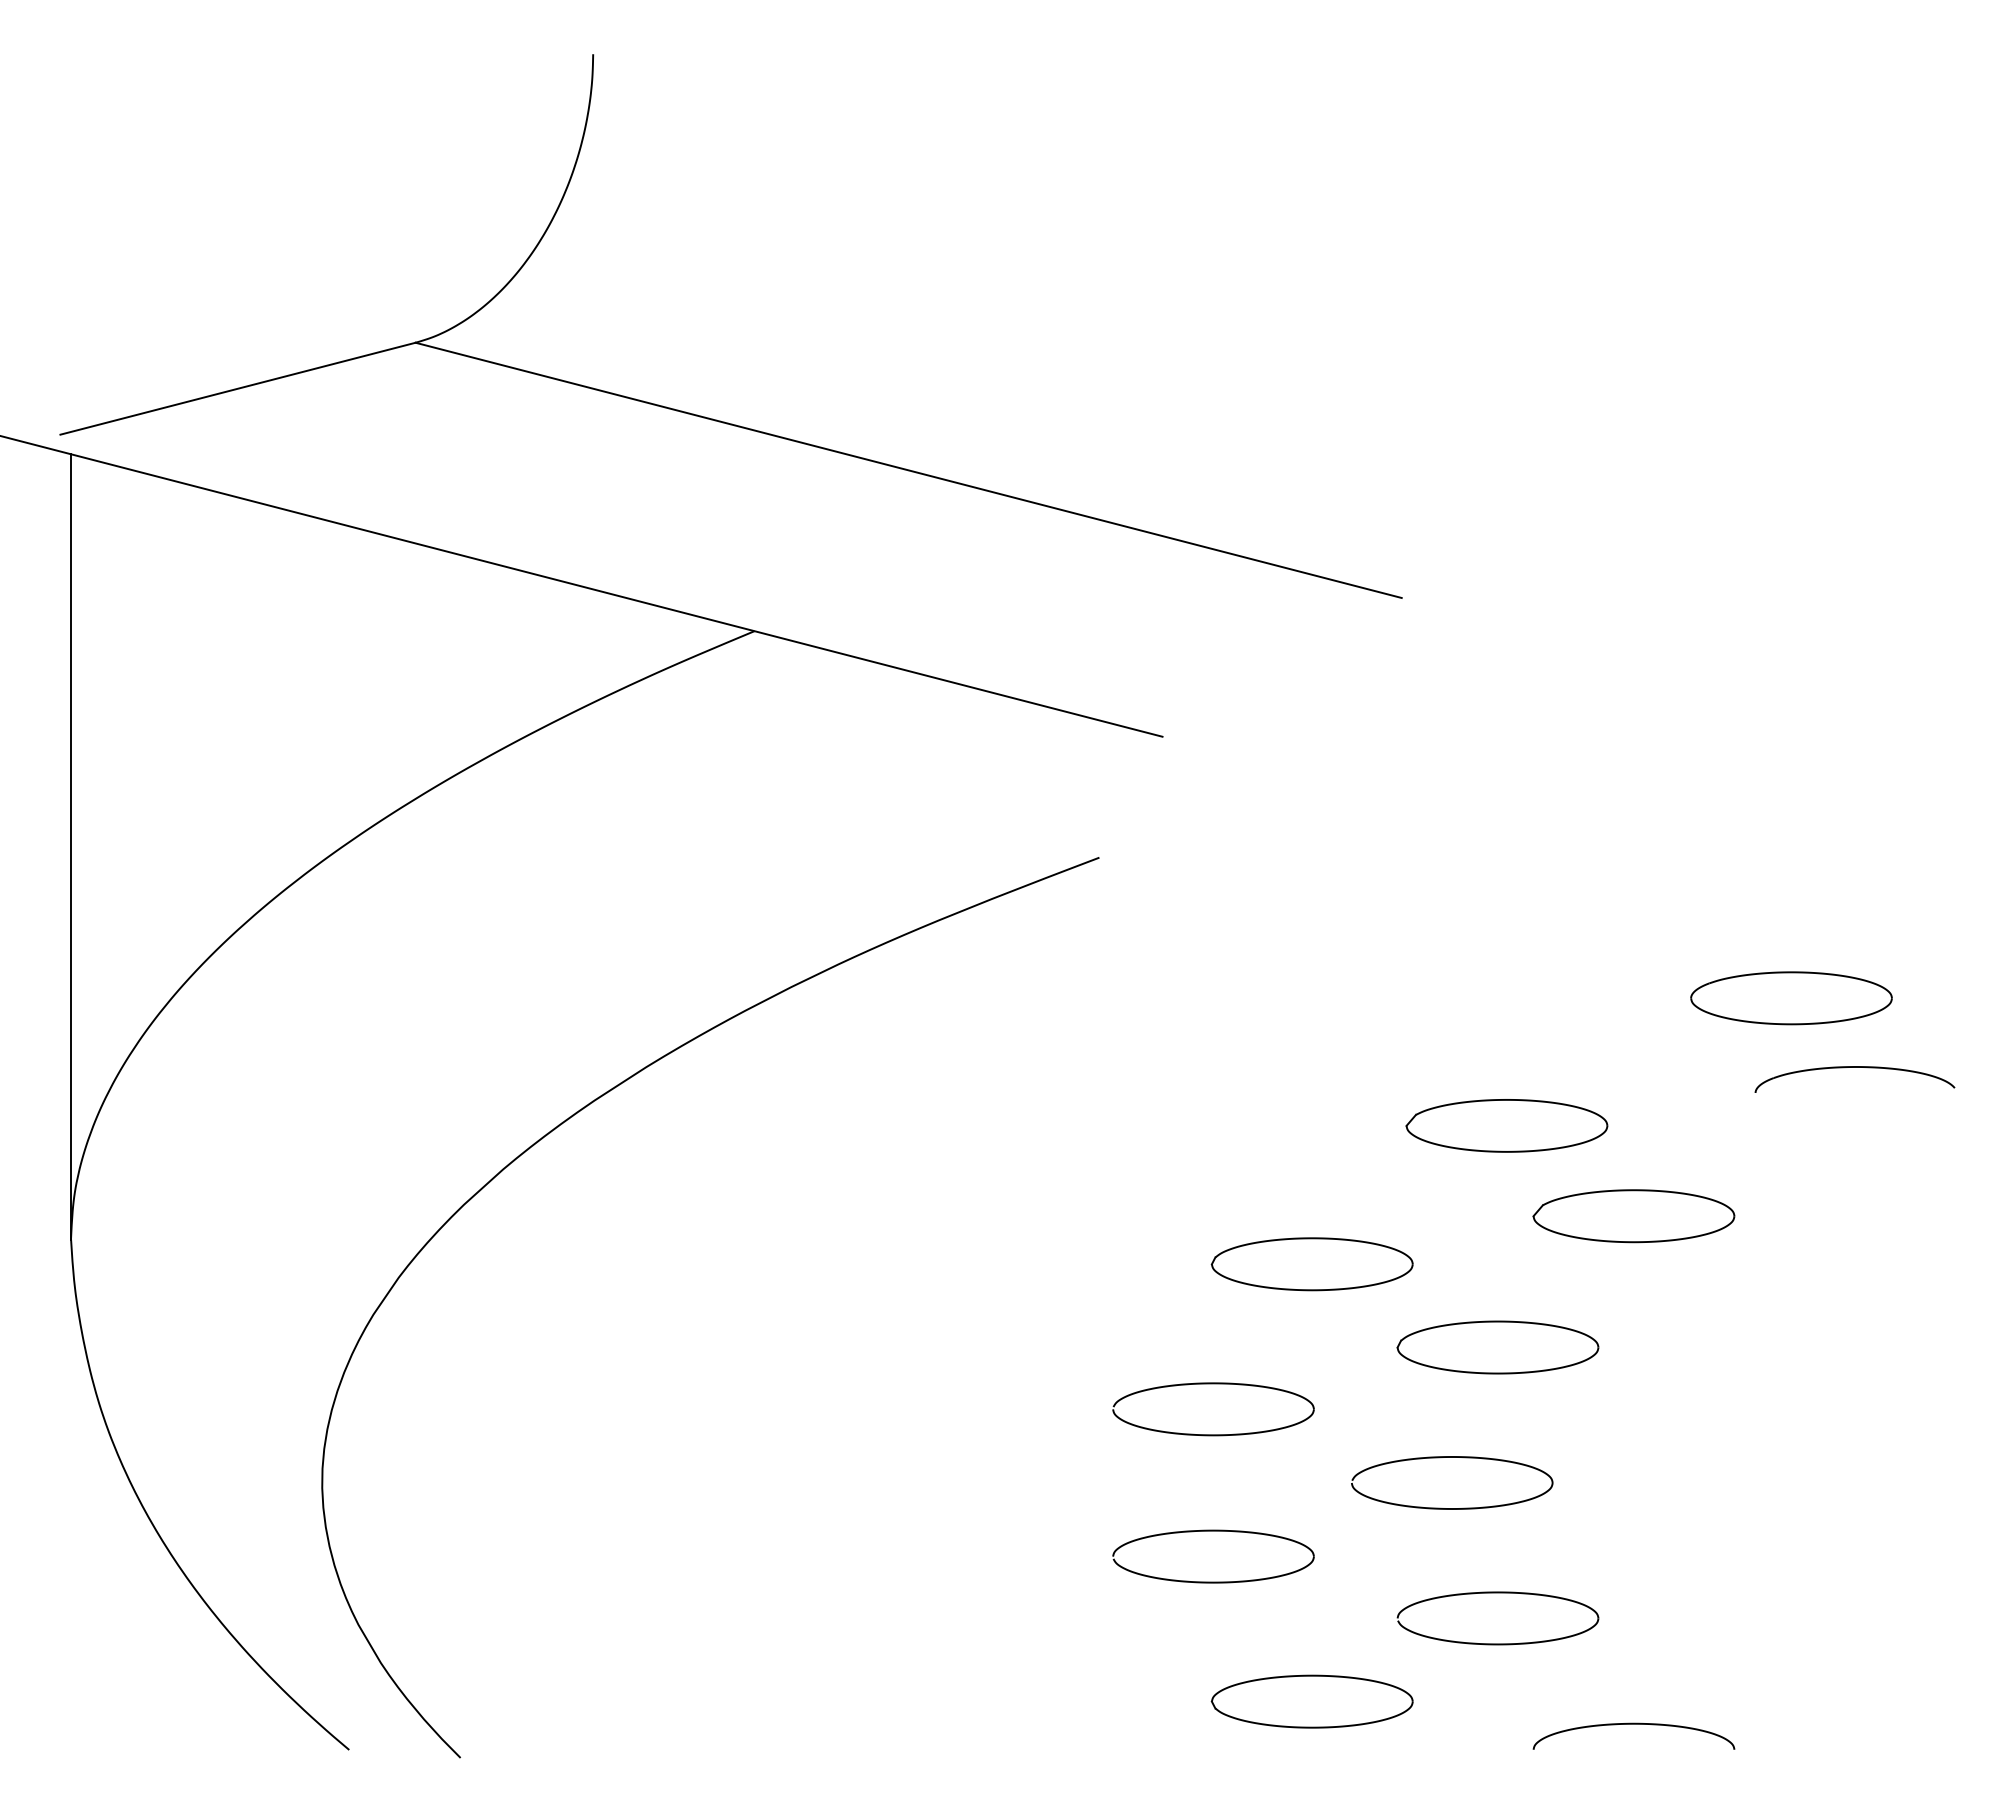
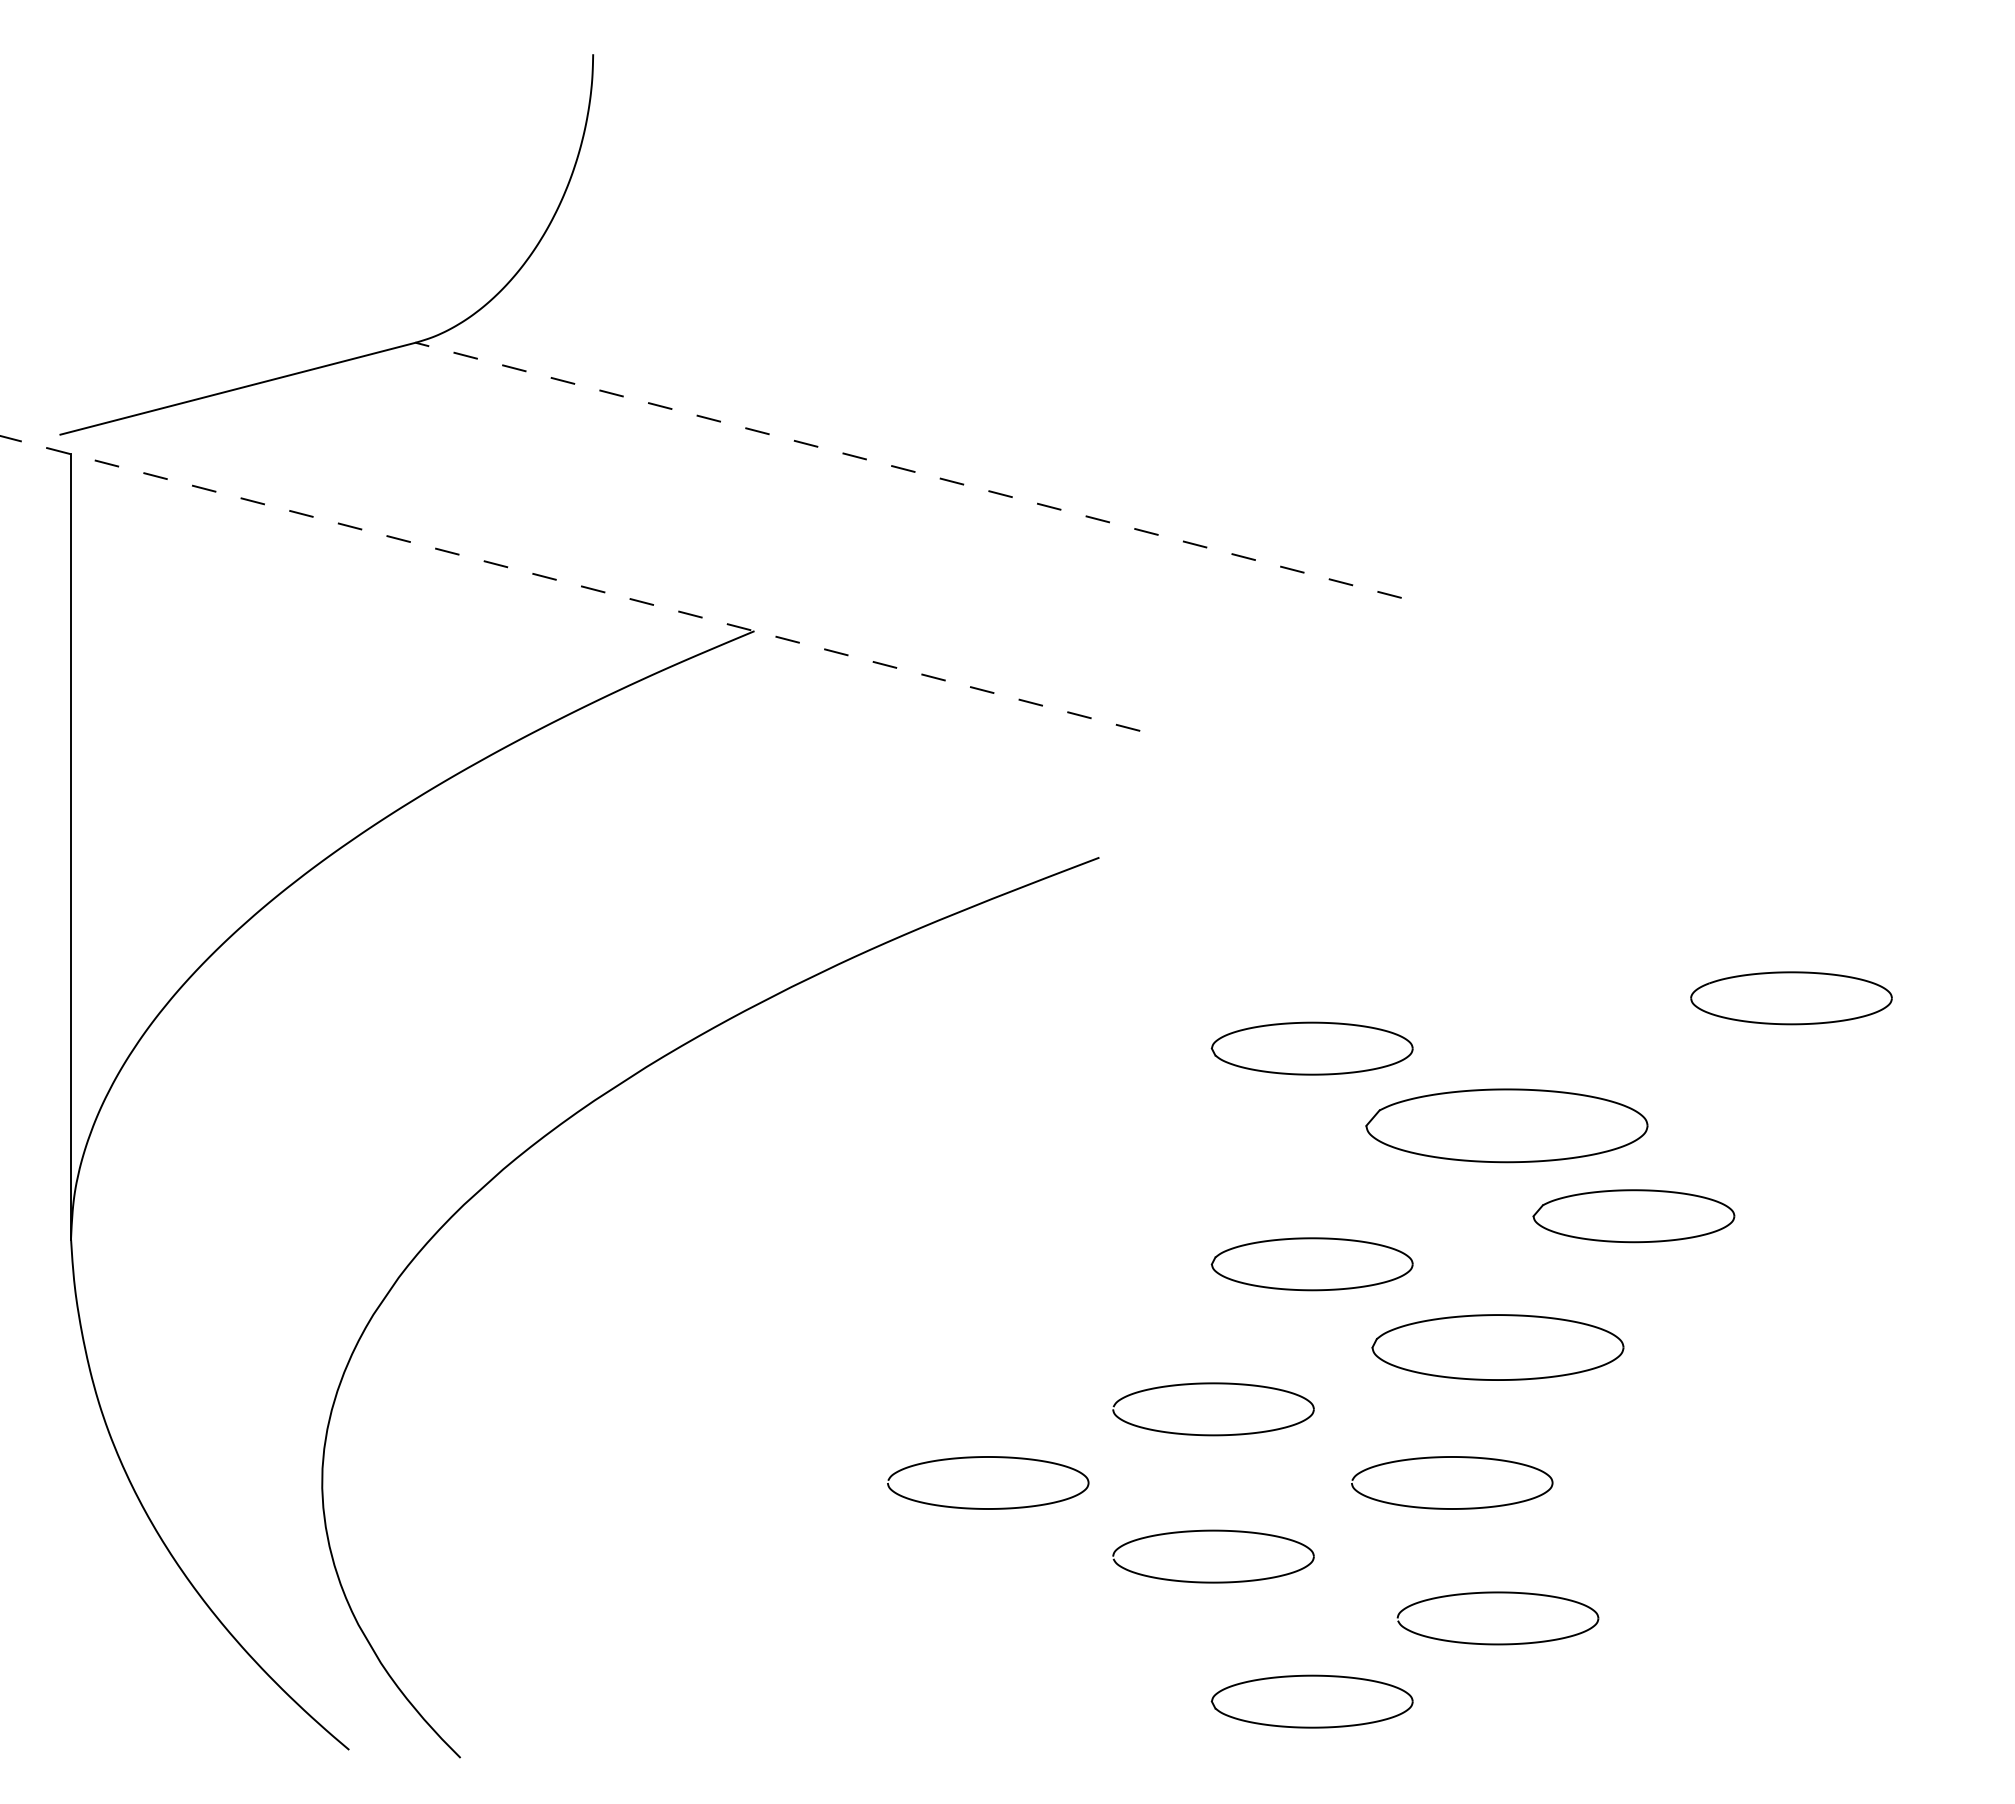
line at (908, 470): solid -> dashed
line at (581, 586): solid -> dashed
part at (1311, 1048): none -> present
part at (1854, 1067): present -> none
part at (1506, 1125) size: 204x54 px -> 284x76 px
part at (1497, 1347) size: 204x55 px -> 254x67 px
part at (988, 1457): none -> present
curve at (1633, 1724): present -> none
